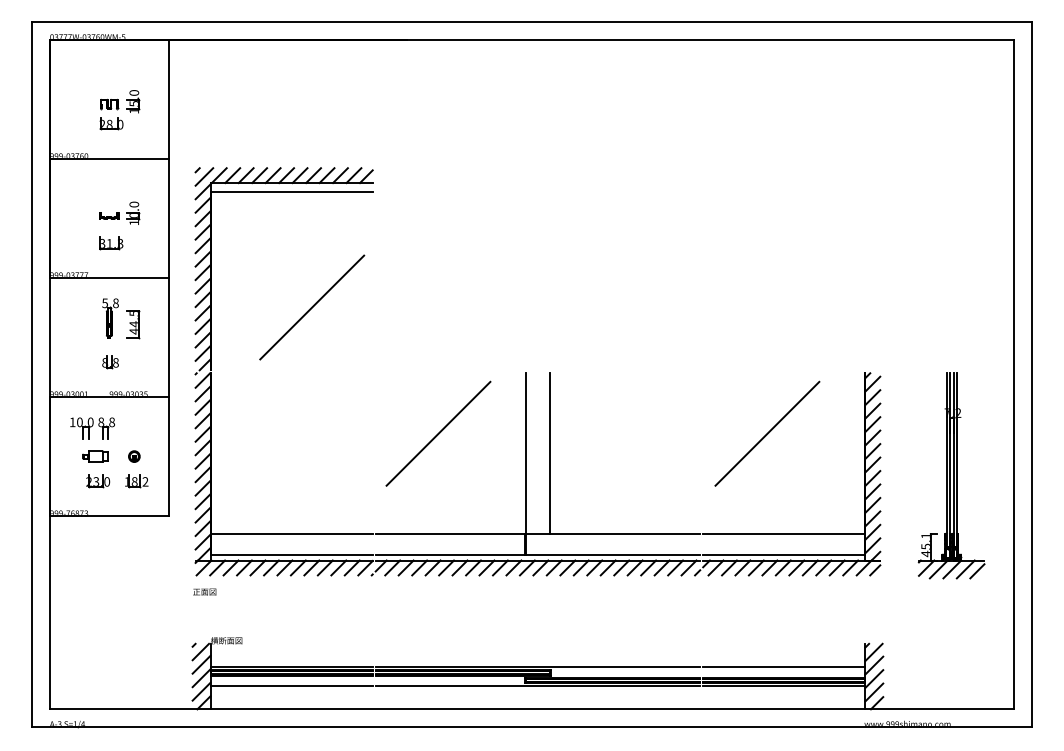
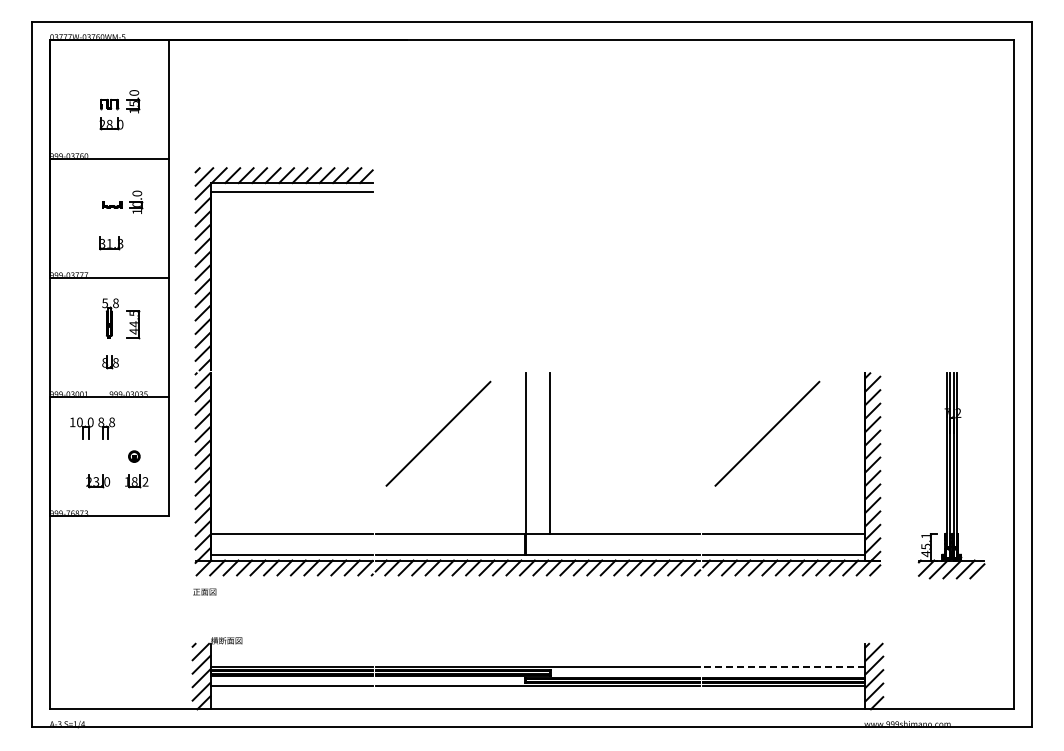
part at (119, 212) position: (119, 212) -> (122, 201)
line at (312, 307): present -> none
part at (95, 456): present -> none
line at (783, 667): solid -> dashed
